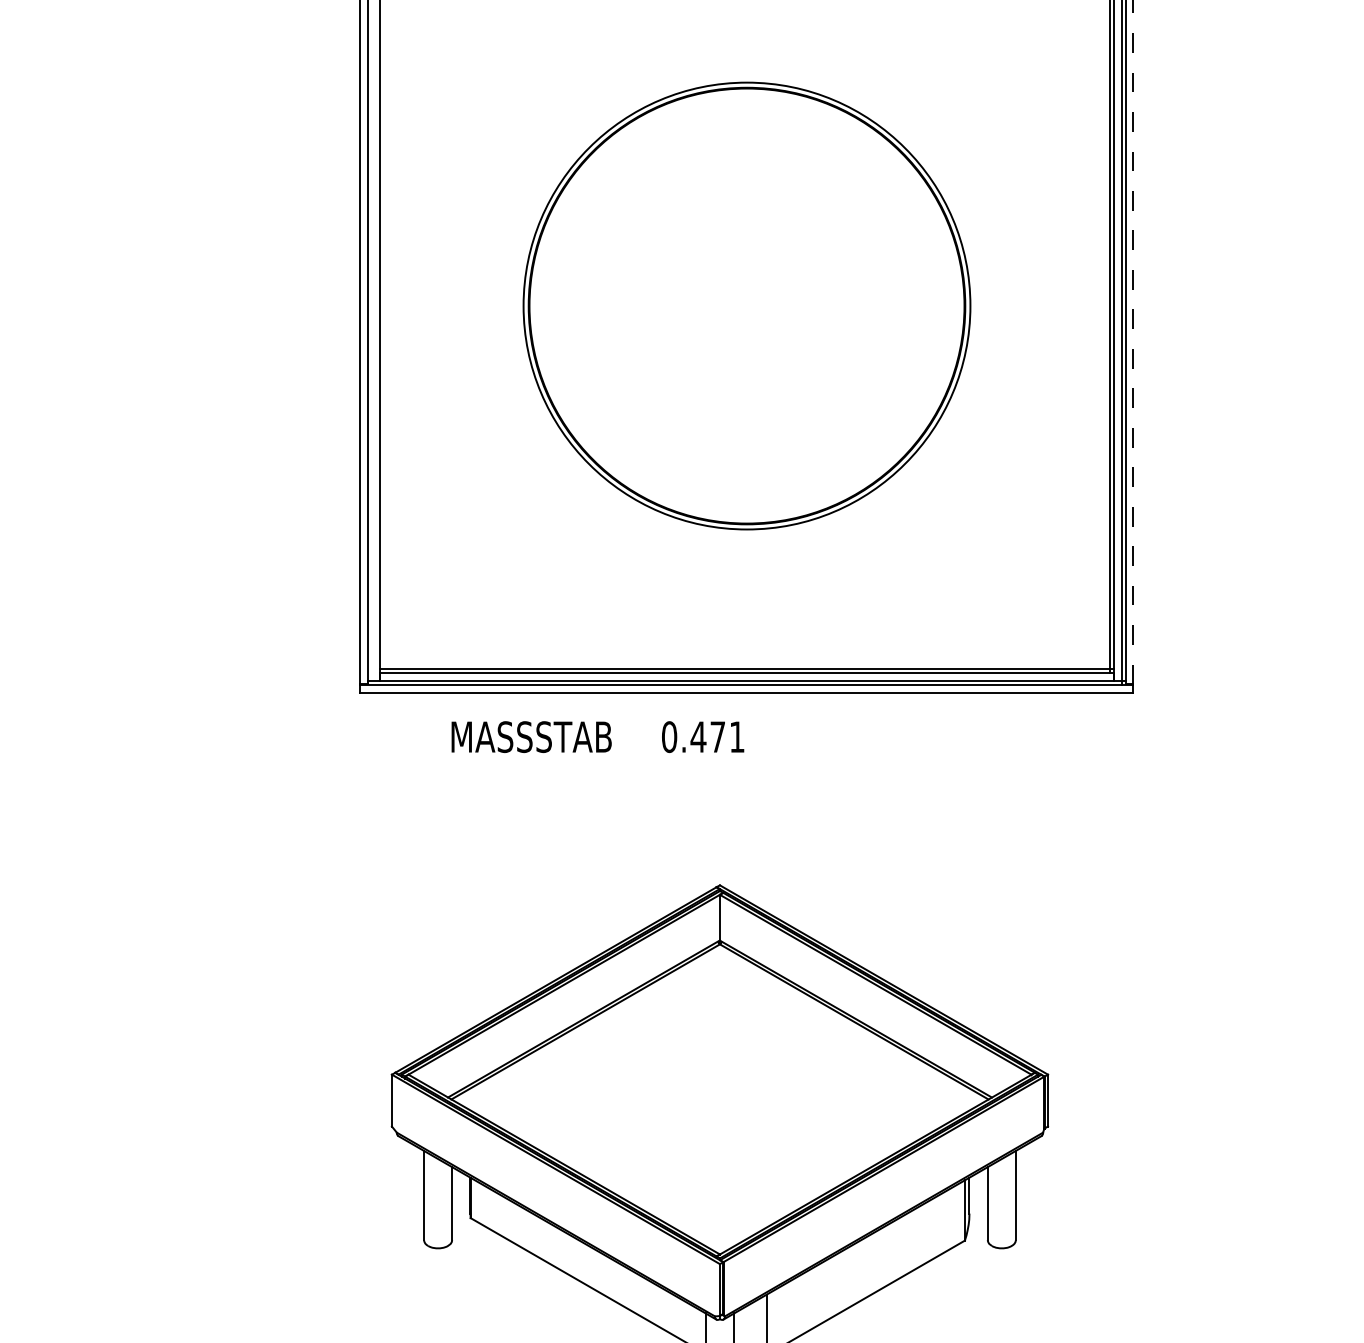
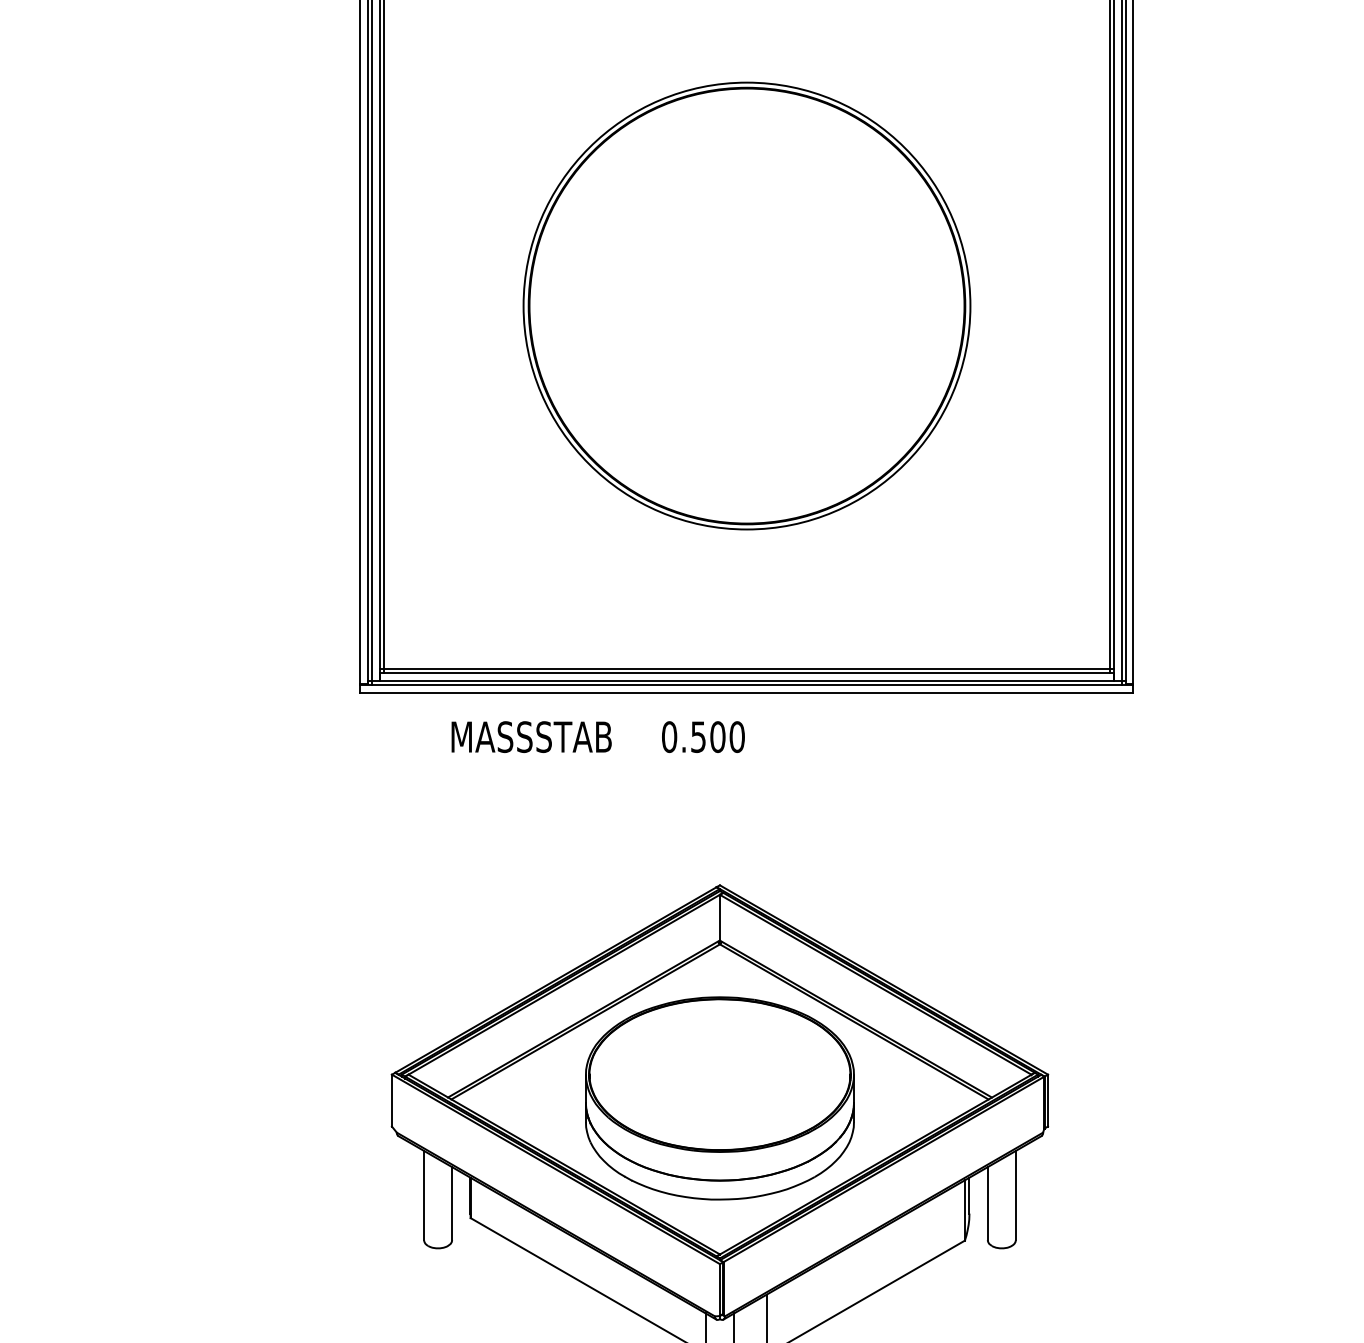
line at (383, 337): none -> present
line at (1133, 342): dashed -> solid
line at (372, 343): none -> present
text at (717, 737): 0.471 -> 0.500
part at (719, 1098): none -> present
